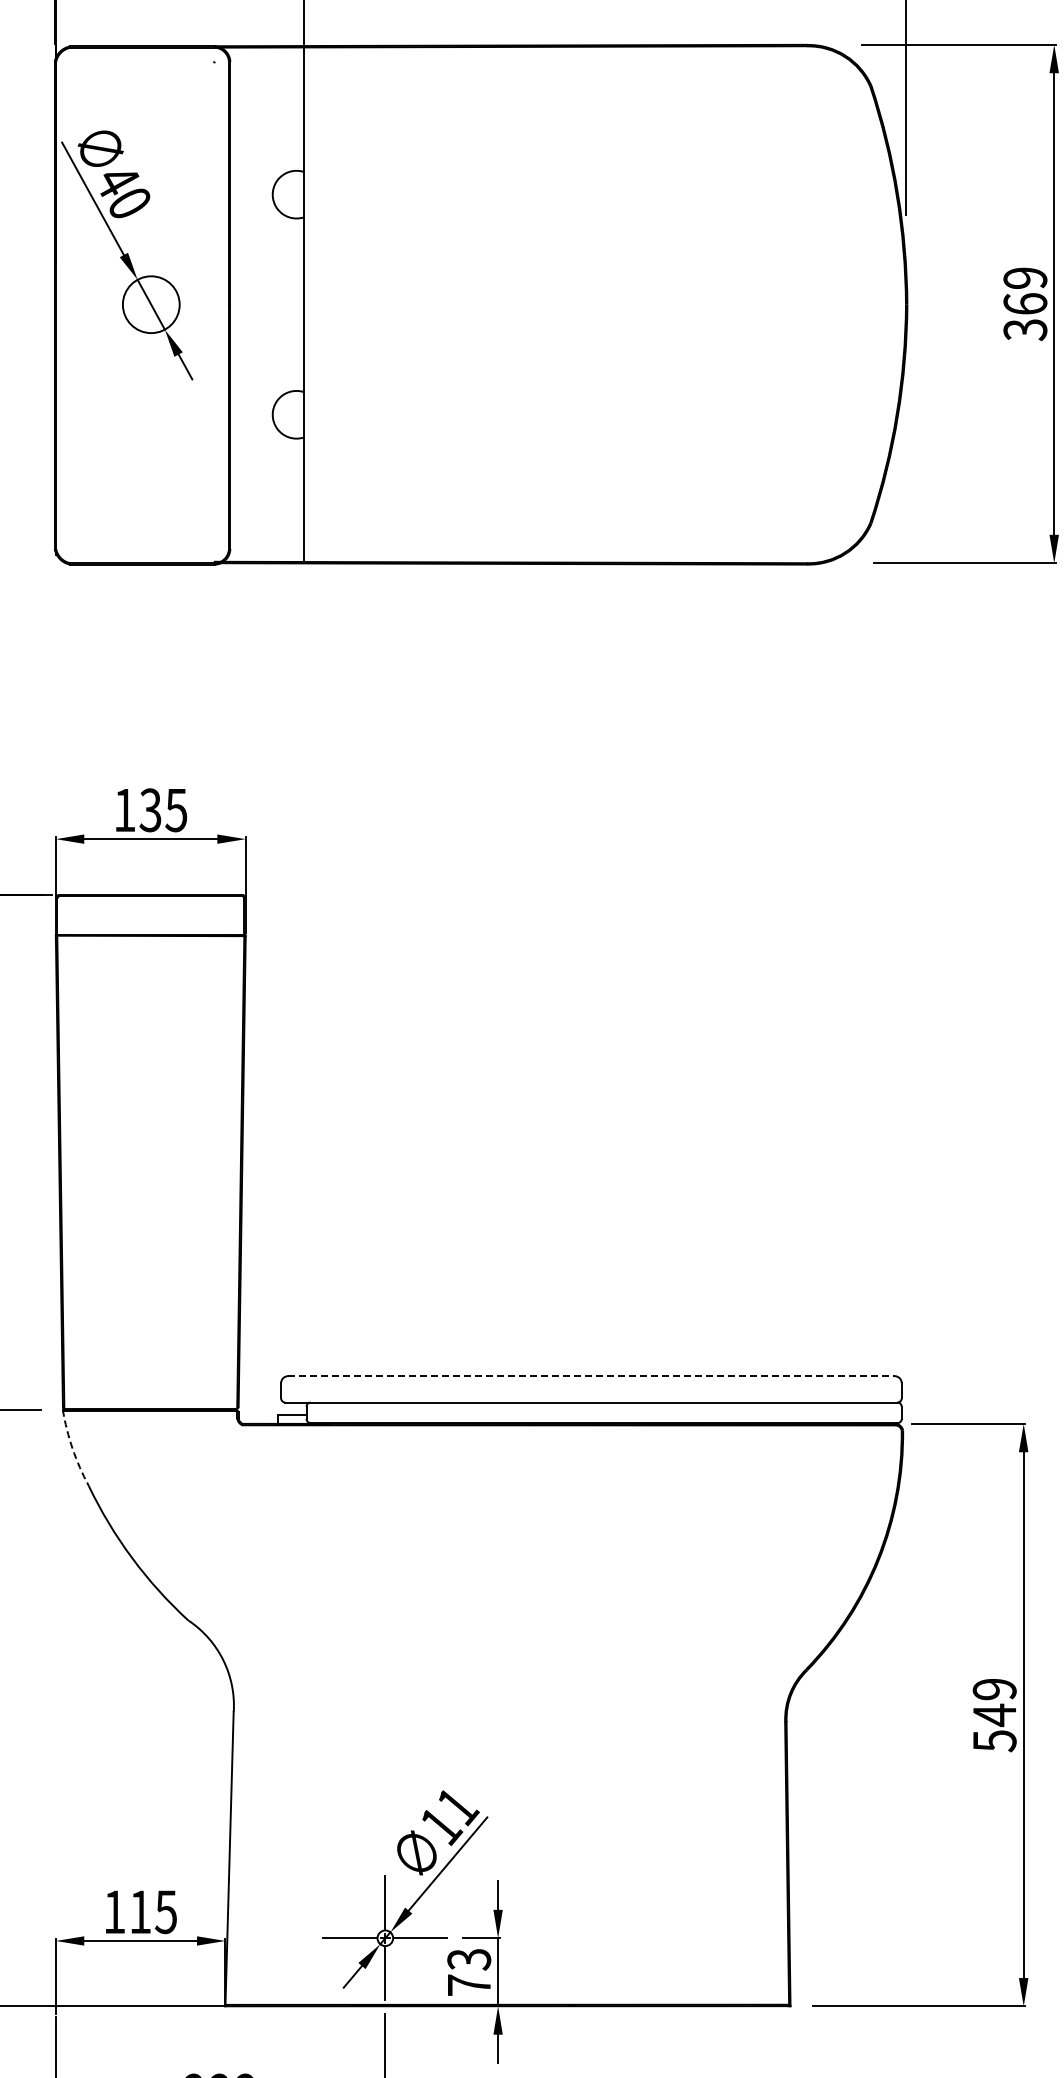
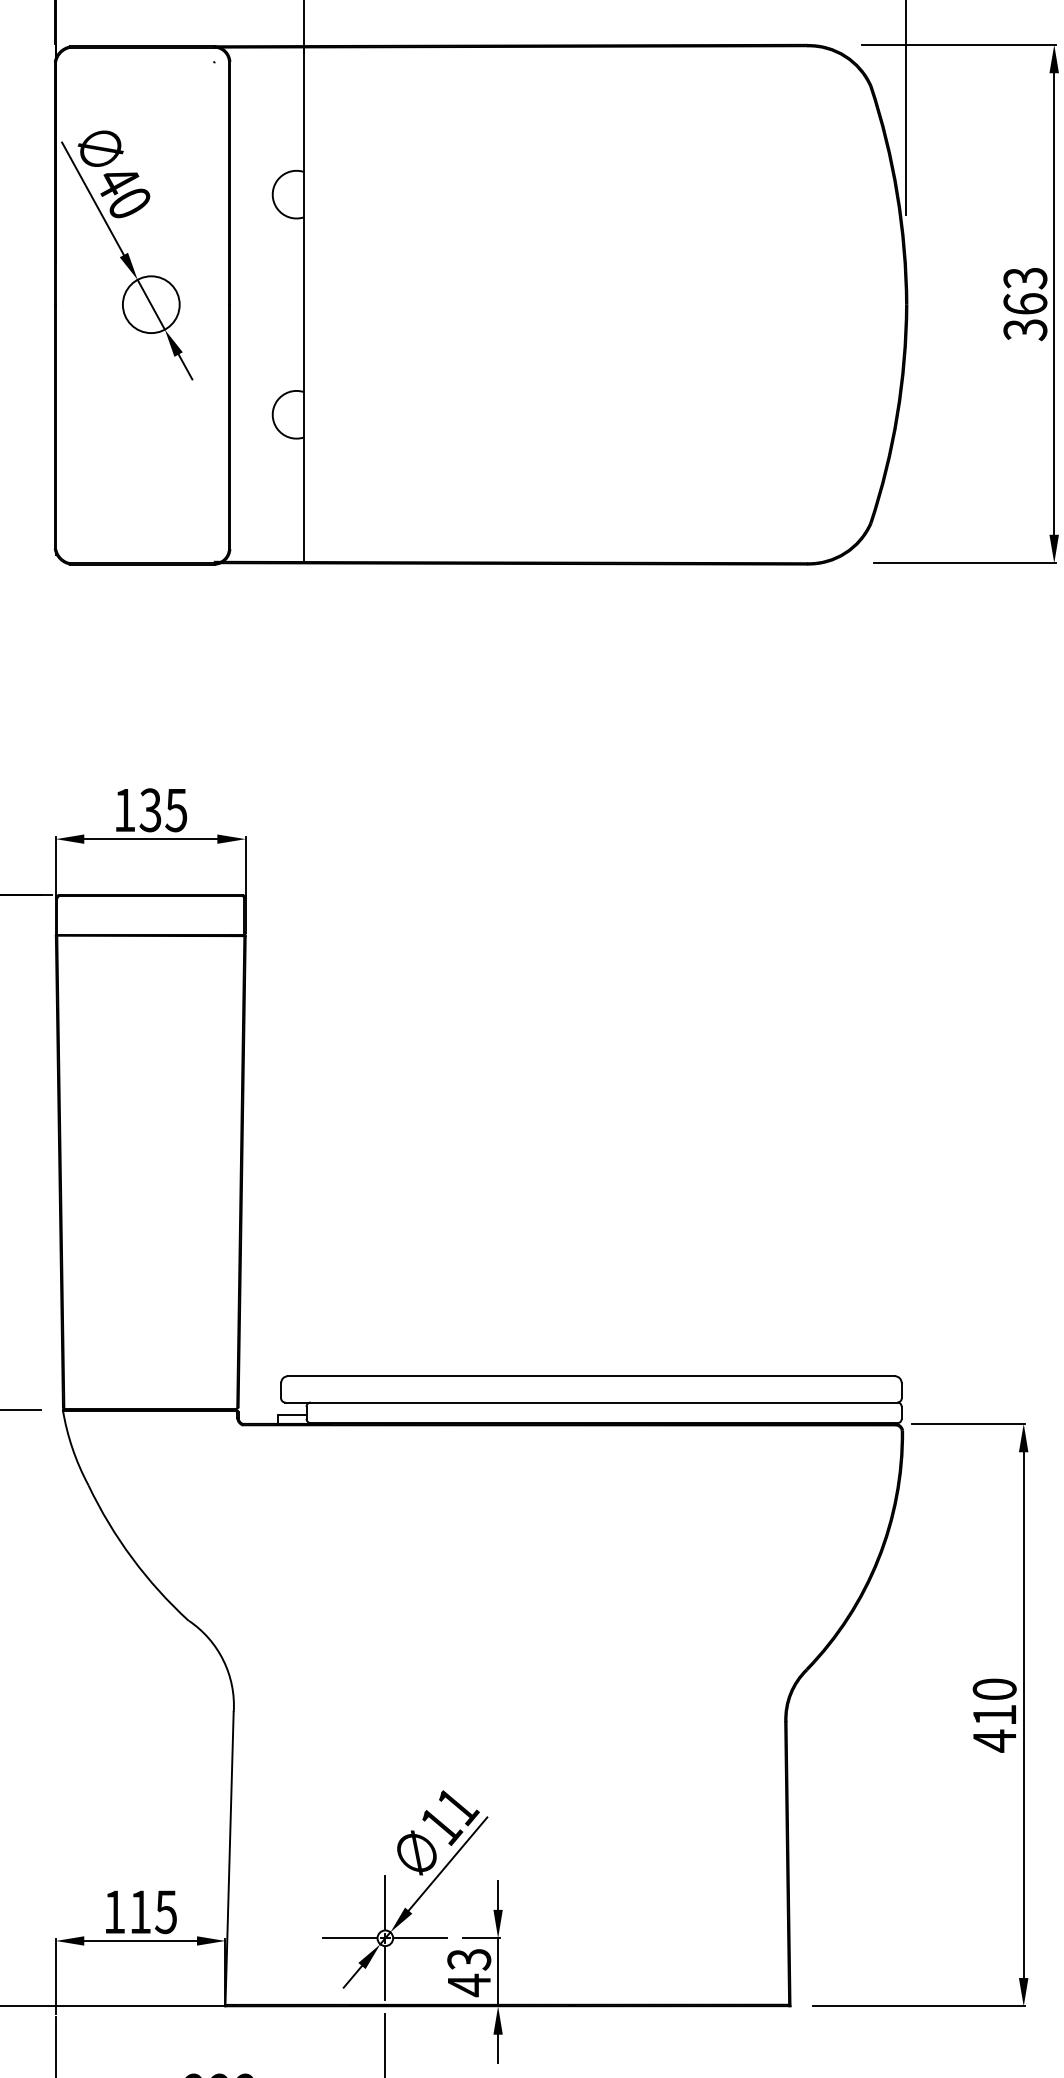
text at (1025, 278): 369 -> 363
line at (591, 1376): dashed -> solid
arc at (72, 1448): dashed -> solid
text at (994, 1715): 549 -> 410
text at (469, 1985): 73 -> 43
